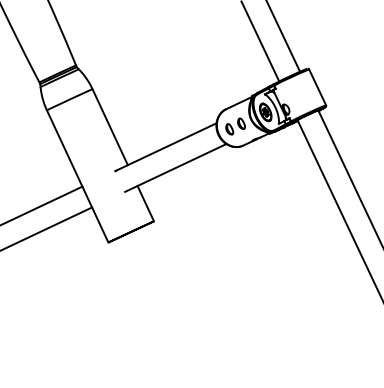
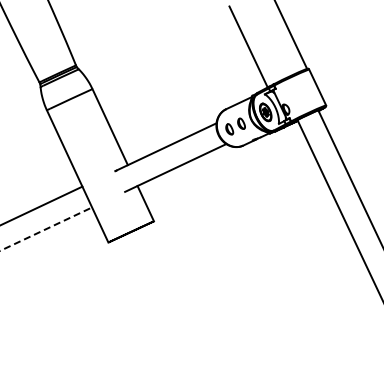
line at (283, 36) position: (283, 36) -> (291, 35)
line at (260, 41) position: (260, 41) -> (248, 46)
line at (46, 229): solid -> dashed
